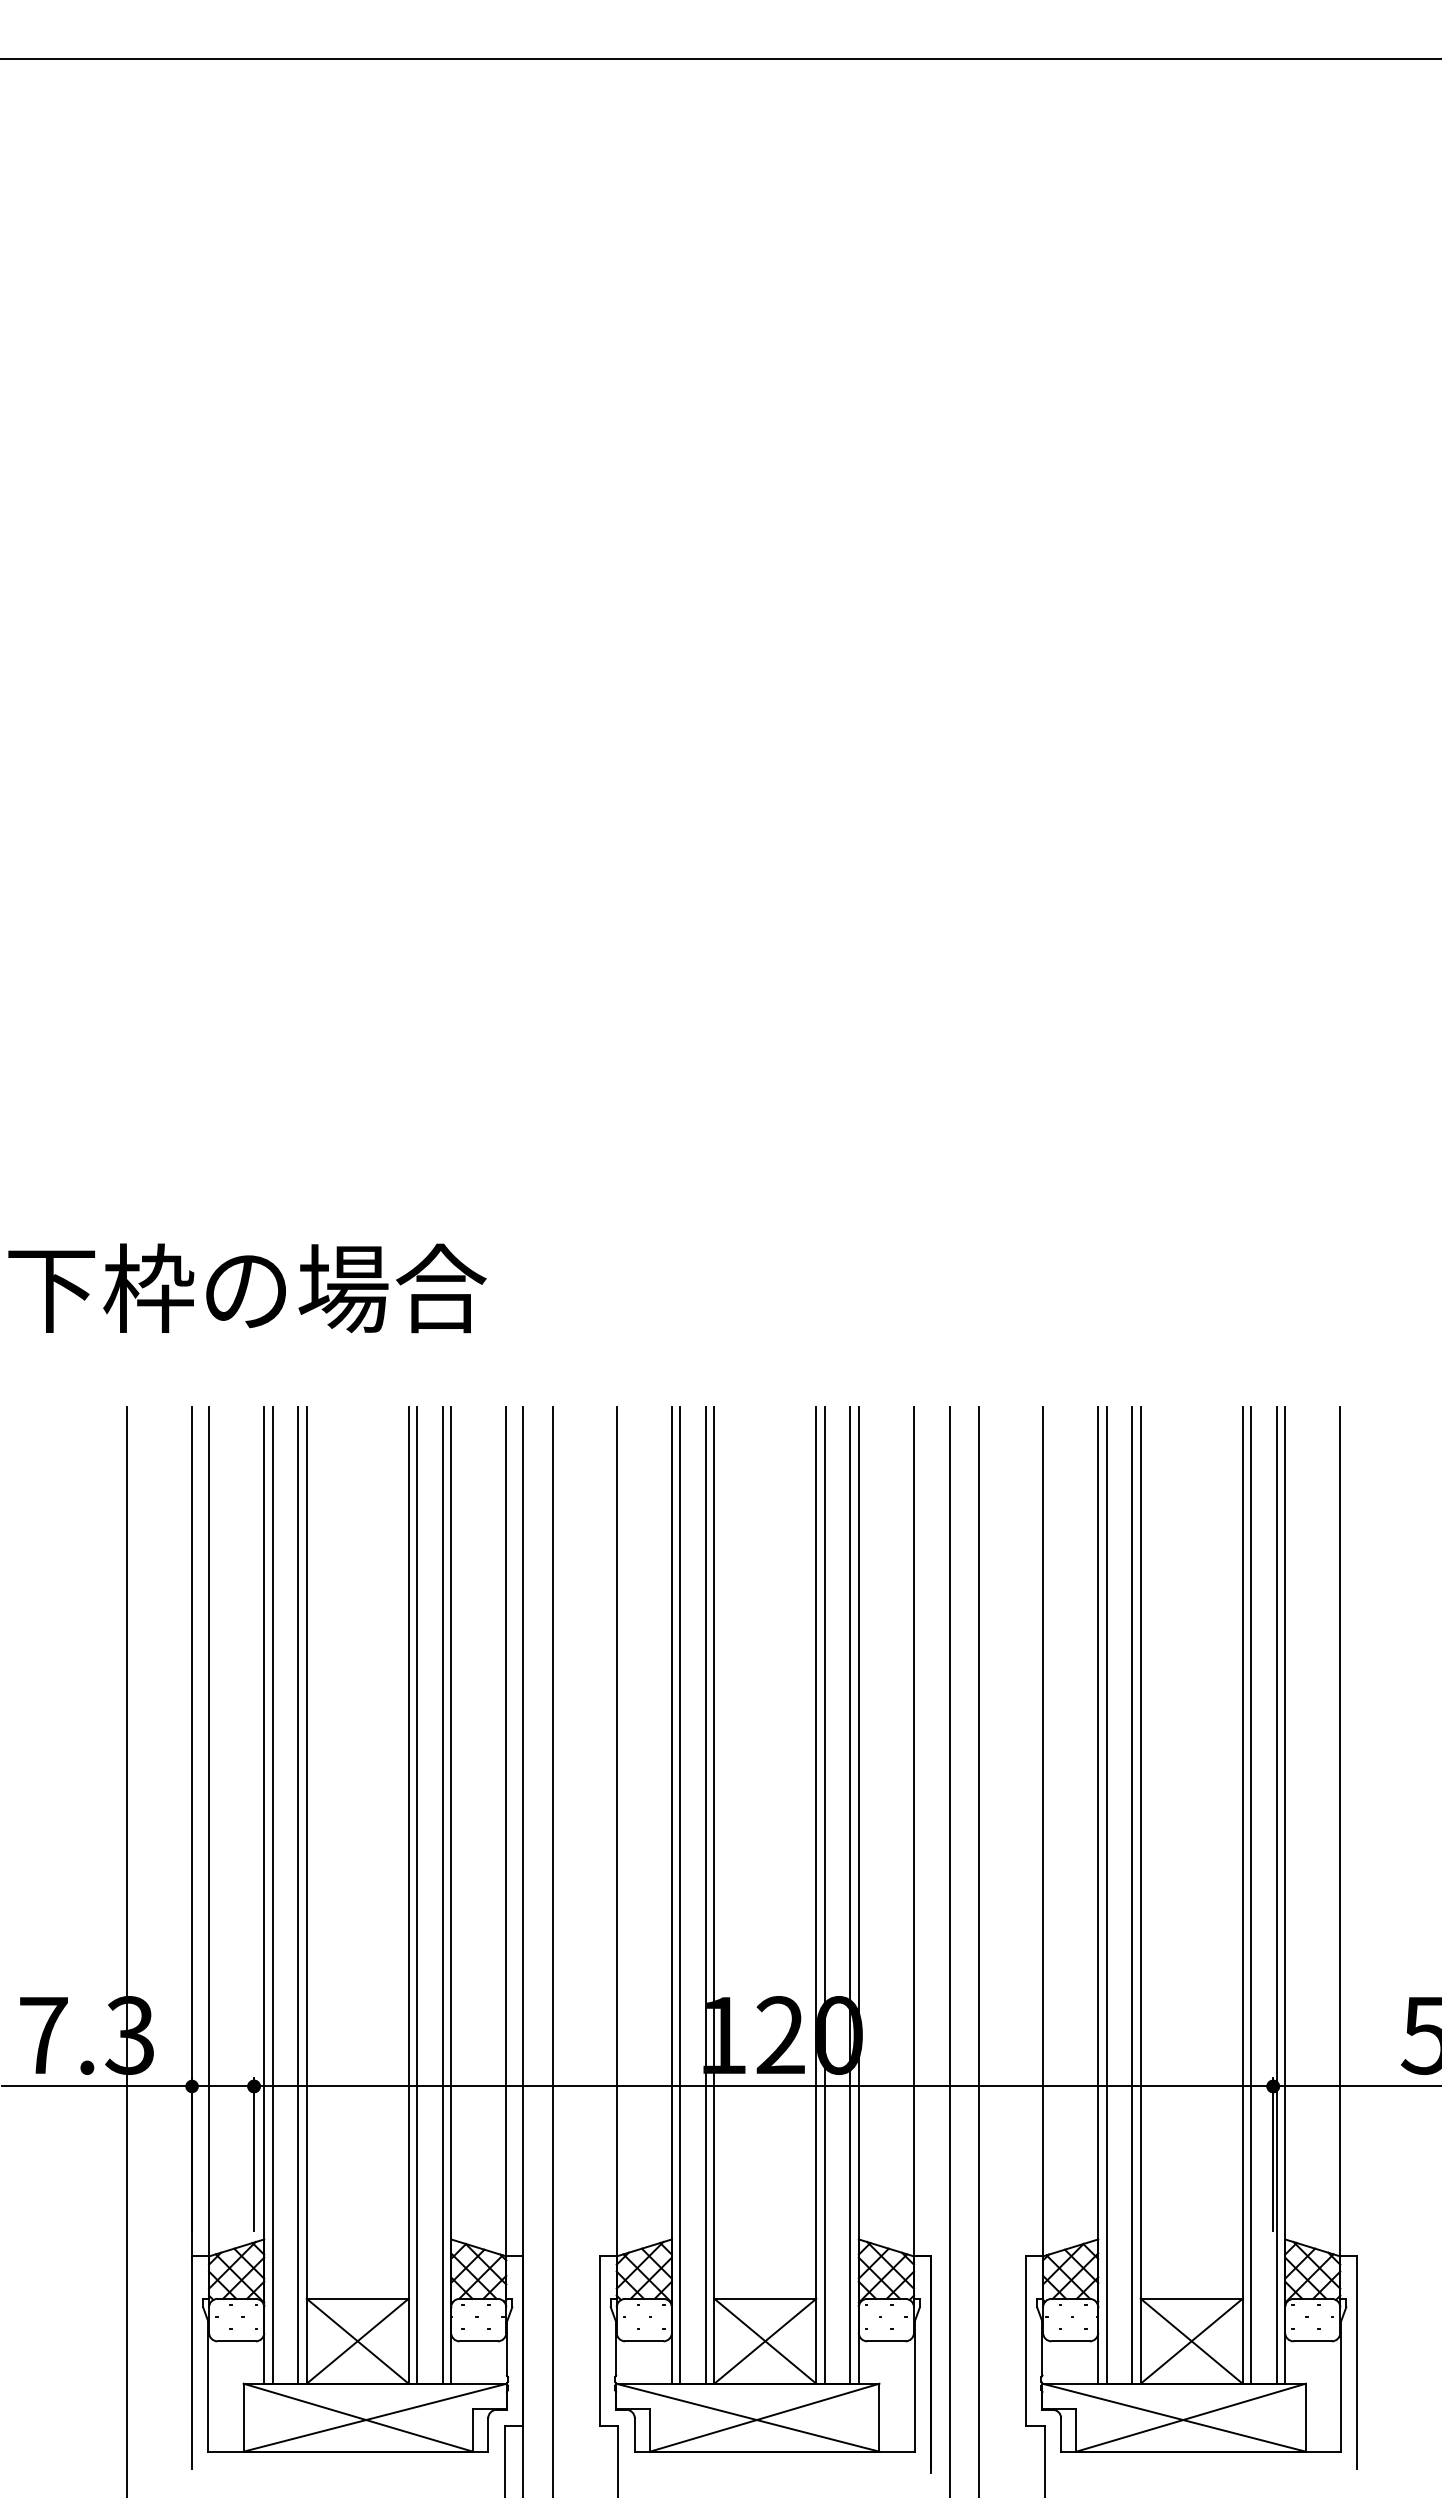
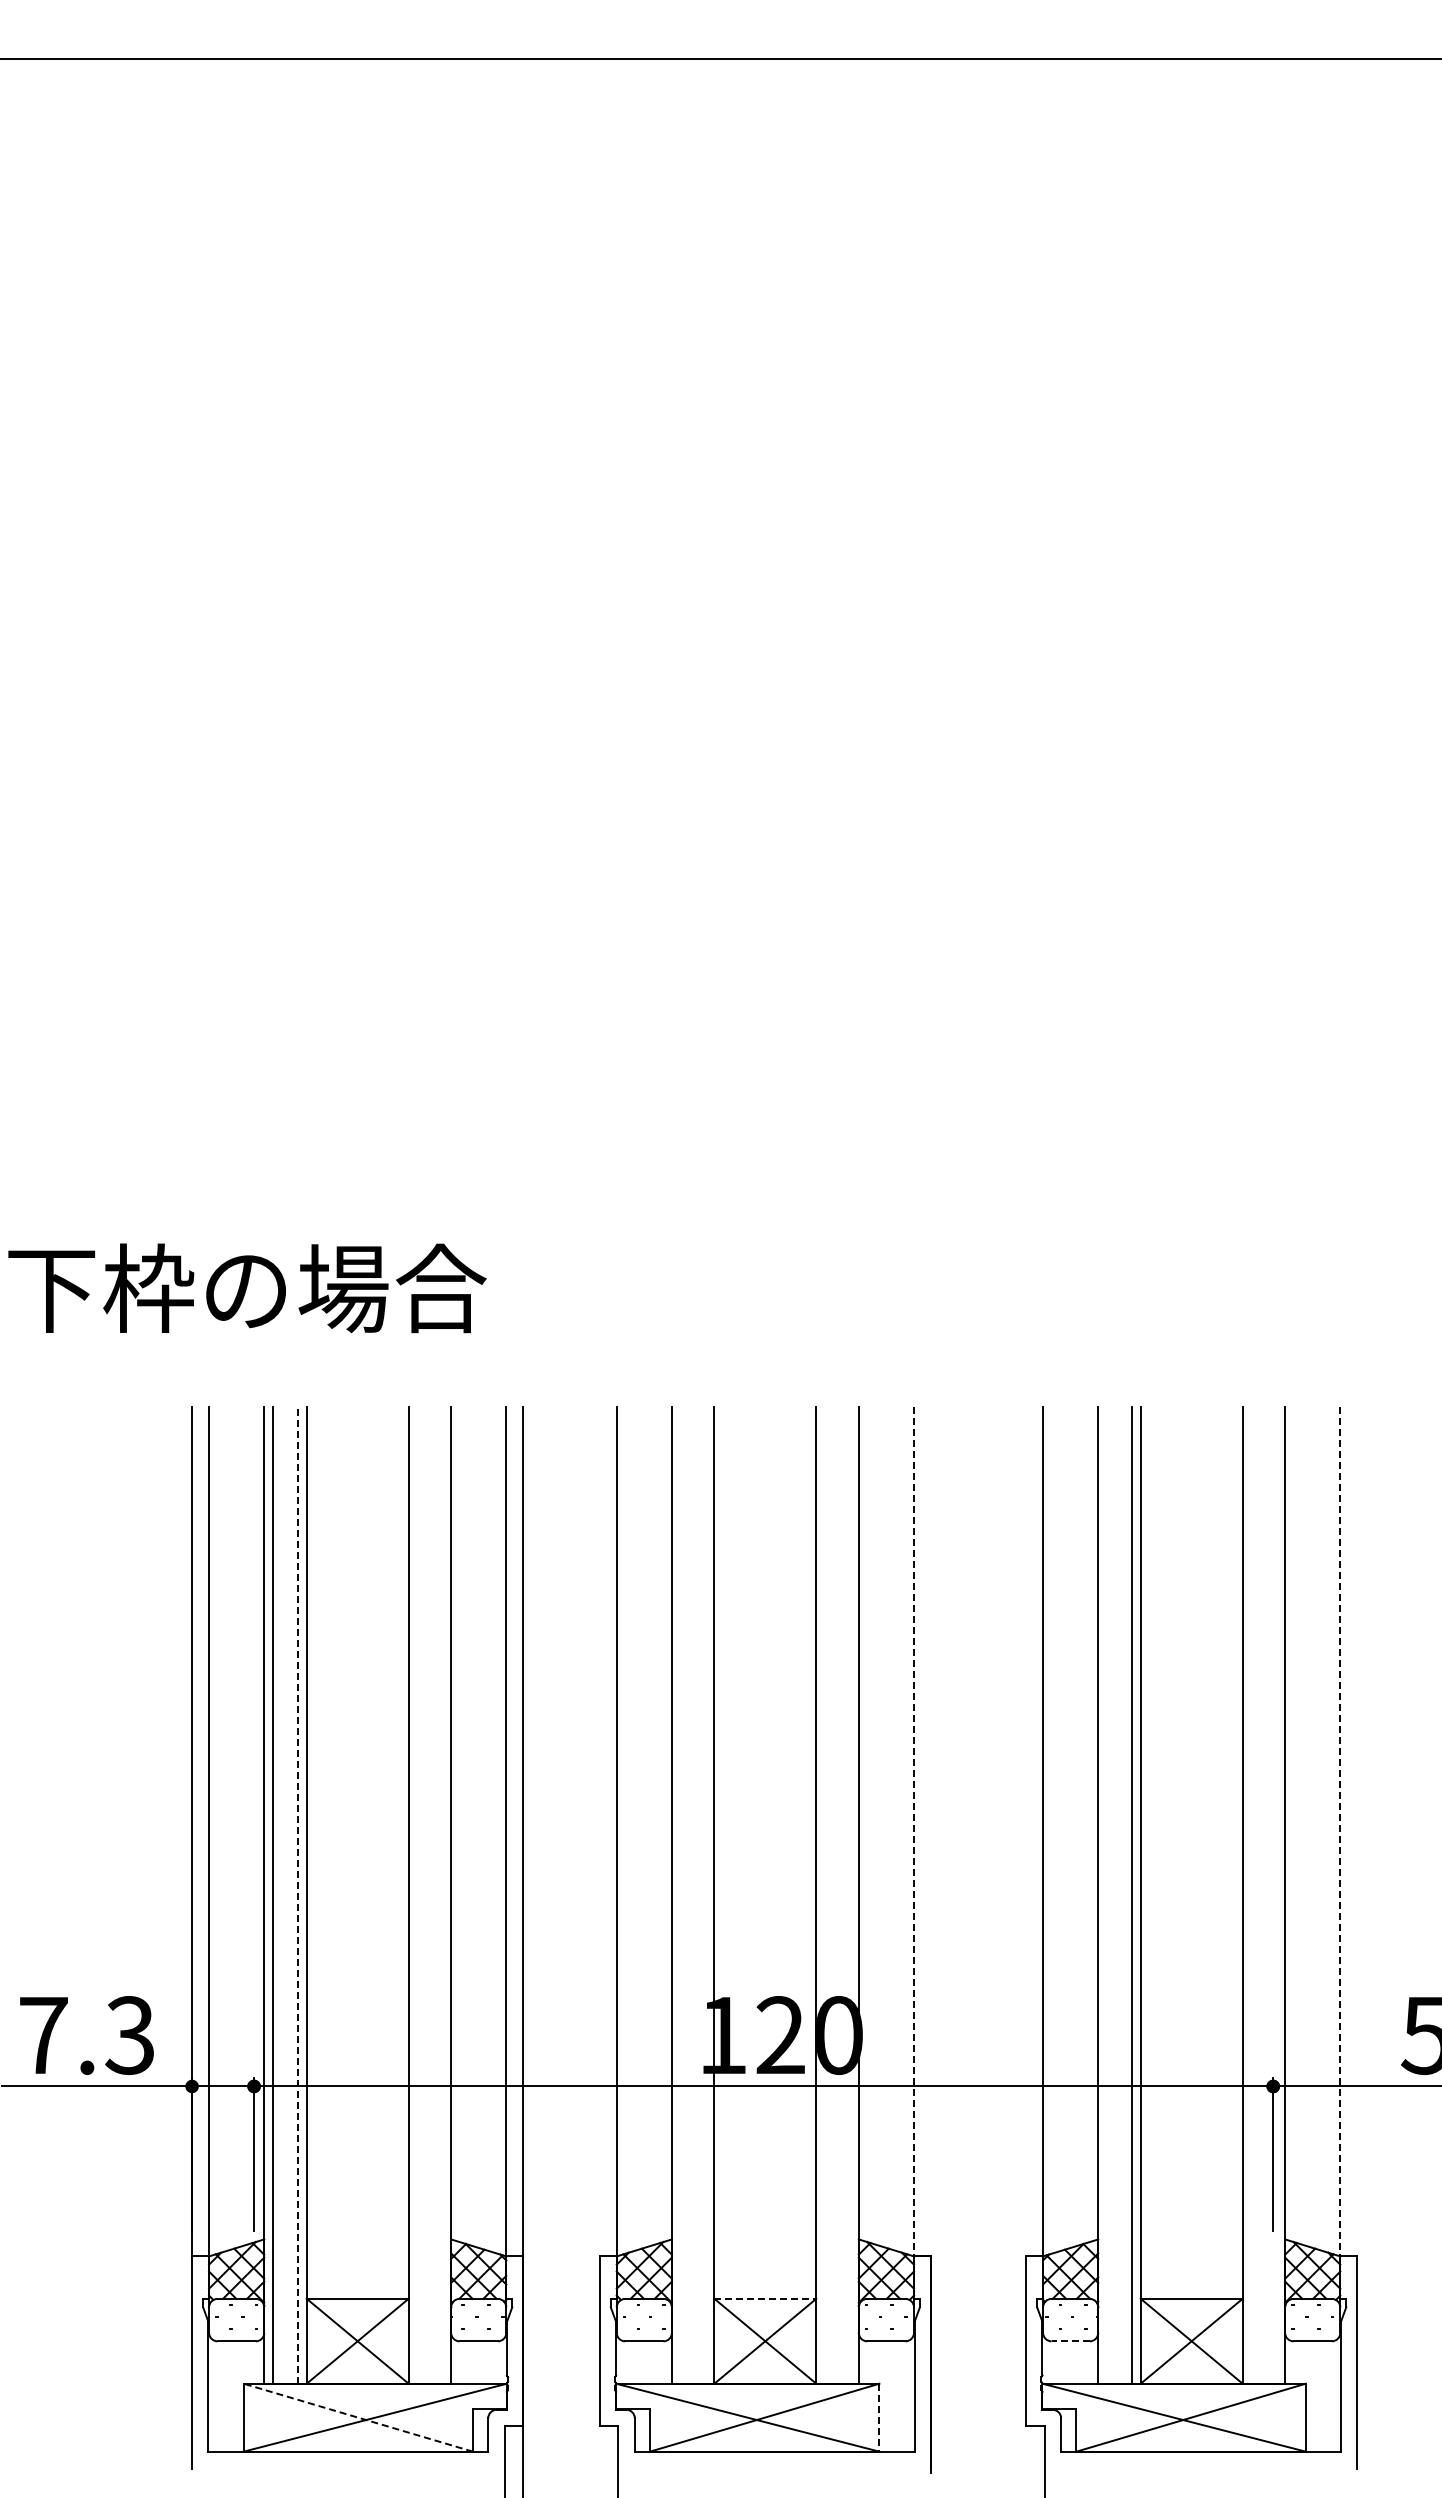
line at (913, 1831): solid -> dashed
line at (1340, 1833): solid -> dashed
line at (298, 1894): solid -> dashed
line at (417, 1895): present -> none
line at (442, 1895): present -> none
line at (680, 1895): present -> none
line at (705, 1895): present -> none
line at (824, 1895): present -> none
line at (850, 1895): present -> none
line at (1106, 1895): present -> none
line at (1251, 1895): present -> none
line at (1276, 1895): present -> none
line at (126, 1950): present -> none
line at (553, 1950): present -> none
line at (949, 1950): present -> none
line at (979, 1950): present -> none
line at (765, 2298): solid -> dashed
line at (1070, 2341): solid -> dashed
line at (358, 2417): solid -> dashed
line at (879, 2417): solid -> dashed
